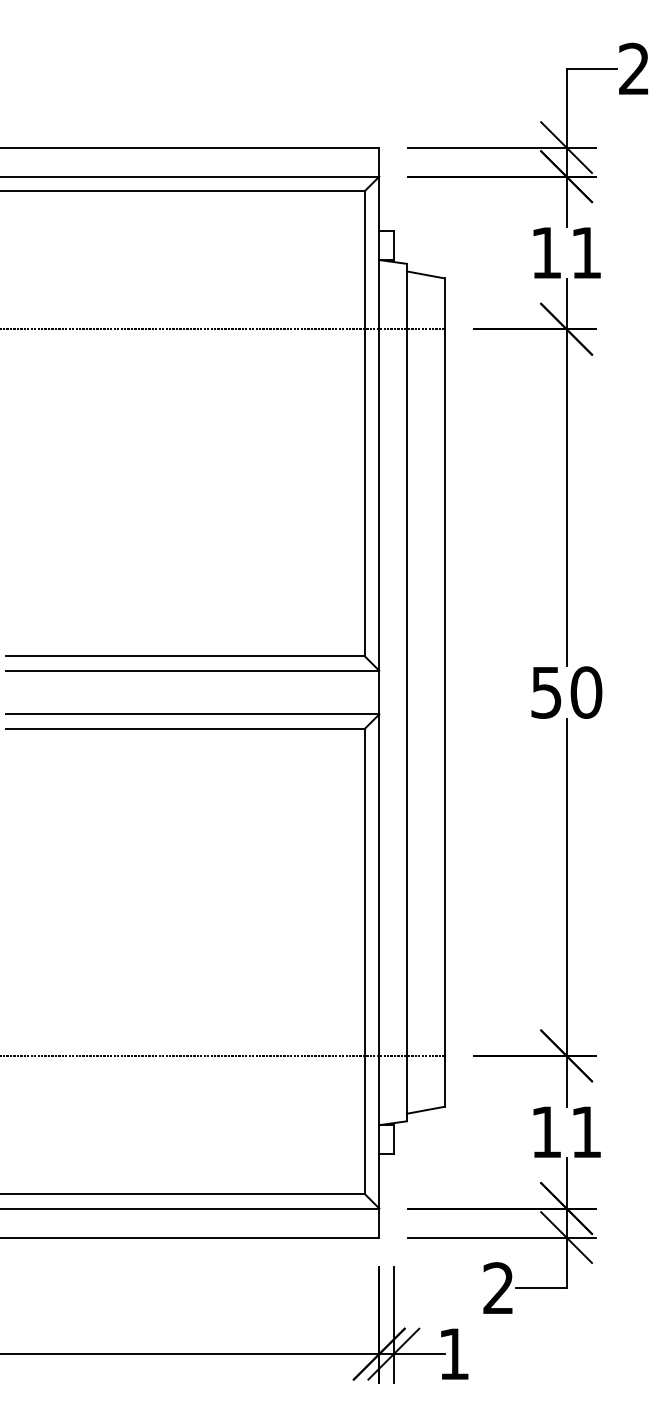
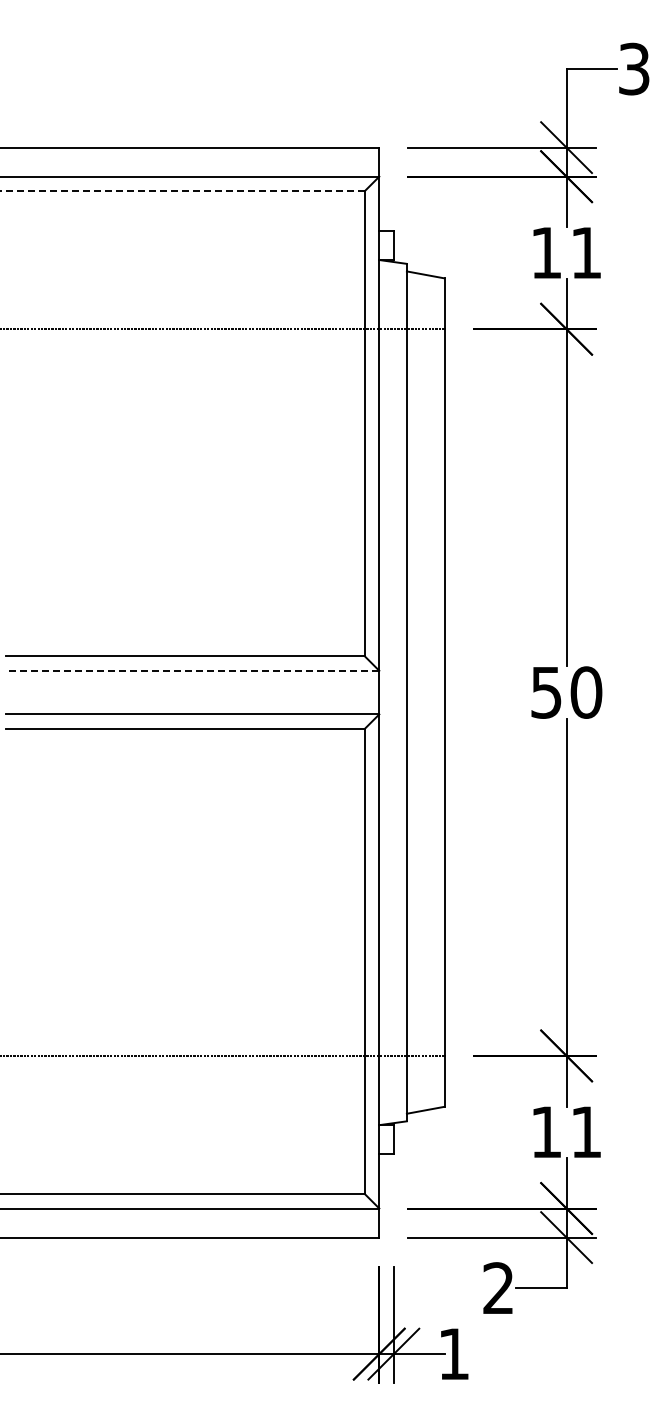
text at (634, 69): 2 -> 3
line at (182, 191): solid -> dashed
line at (192, 670): solid -> dashed
